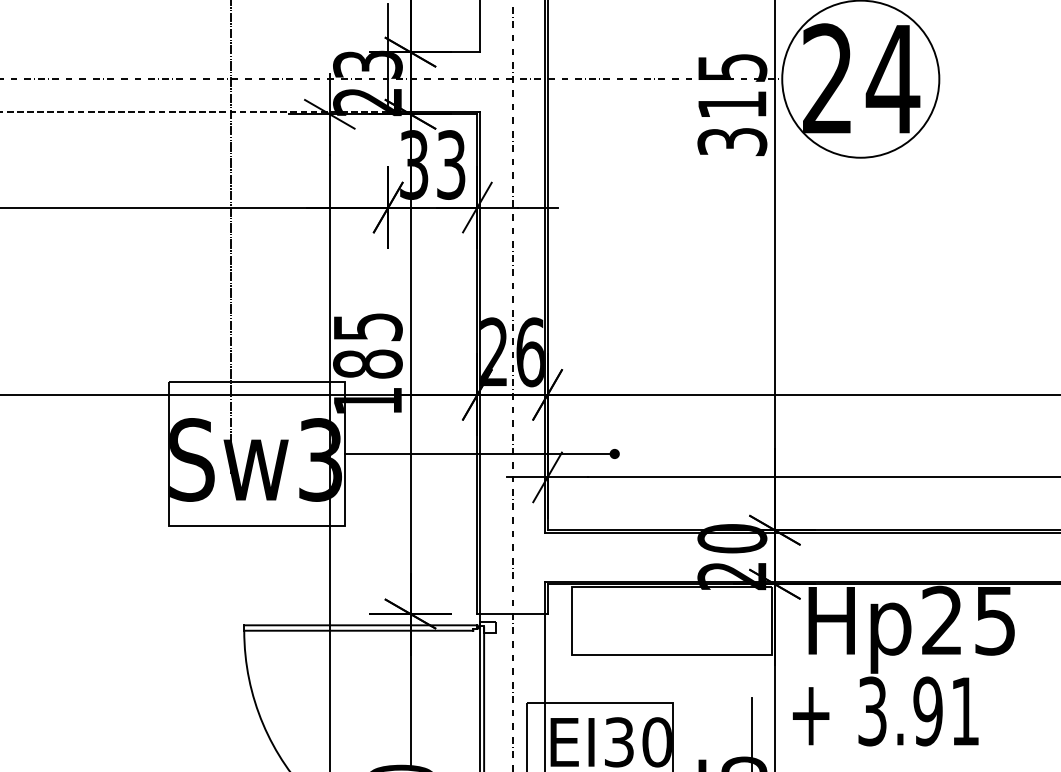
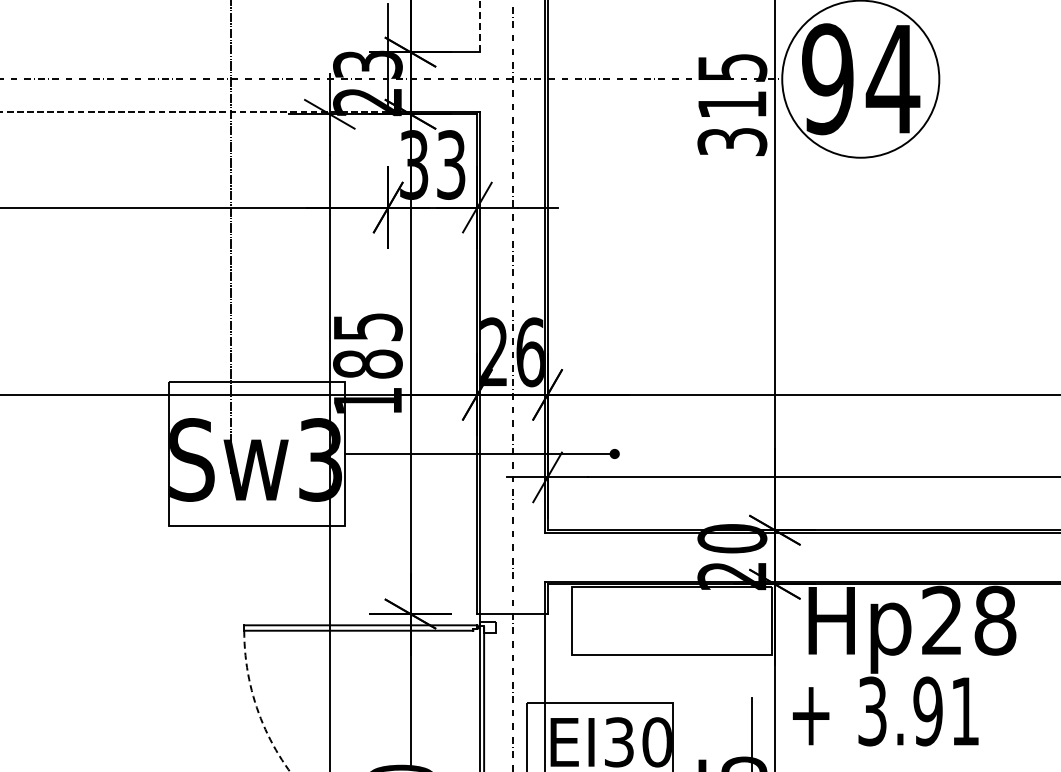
line at (480, 26): solid -> dashed
text at (827, 79): 24 -> 94
text at (995, 620): Hp25 -> Hp28
arc at (255, 704): solid -> dashed
